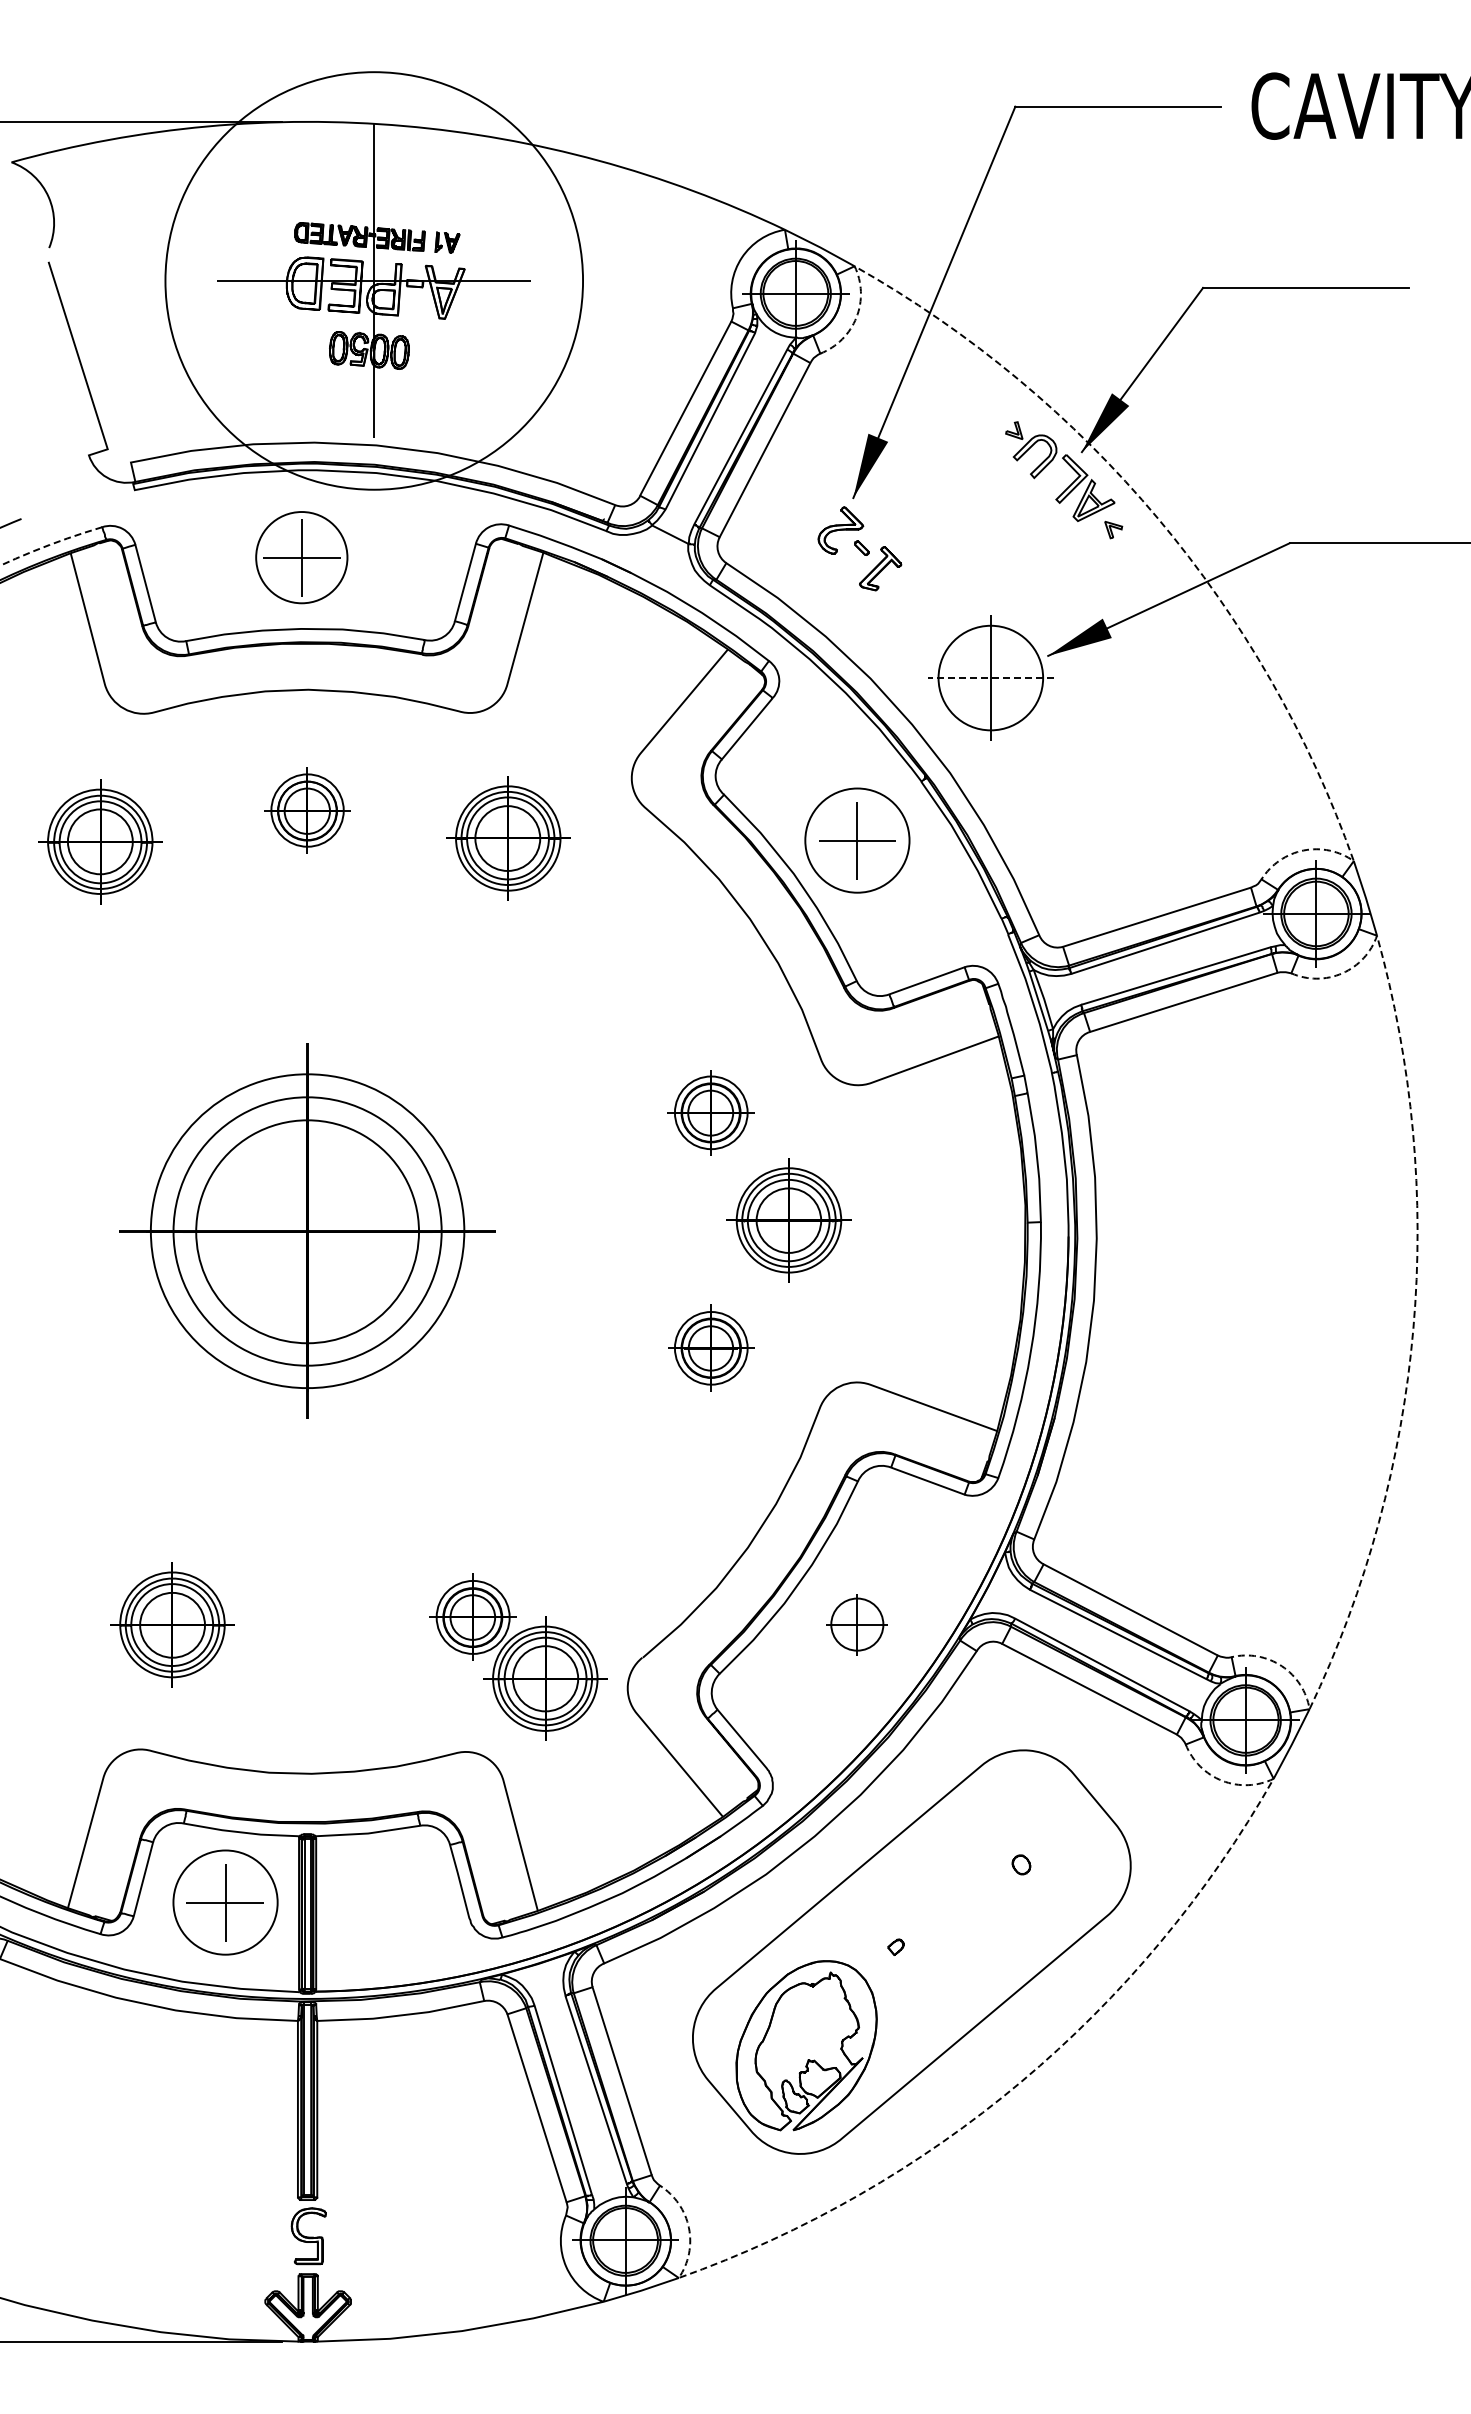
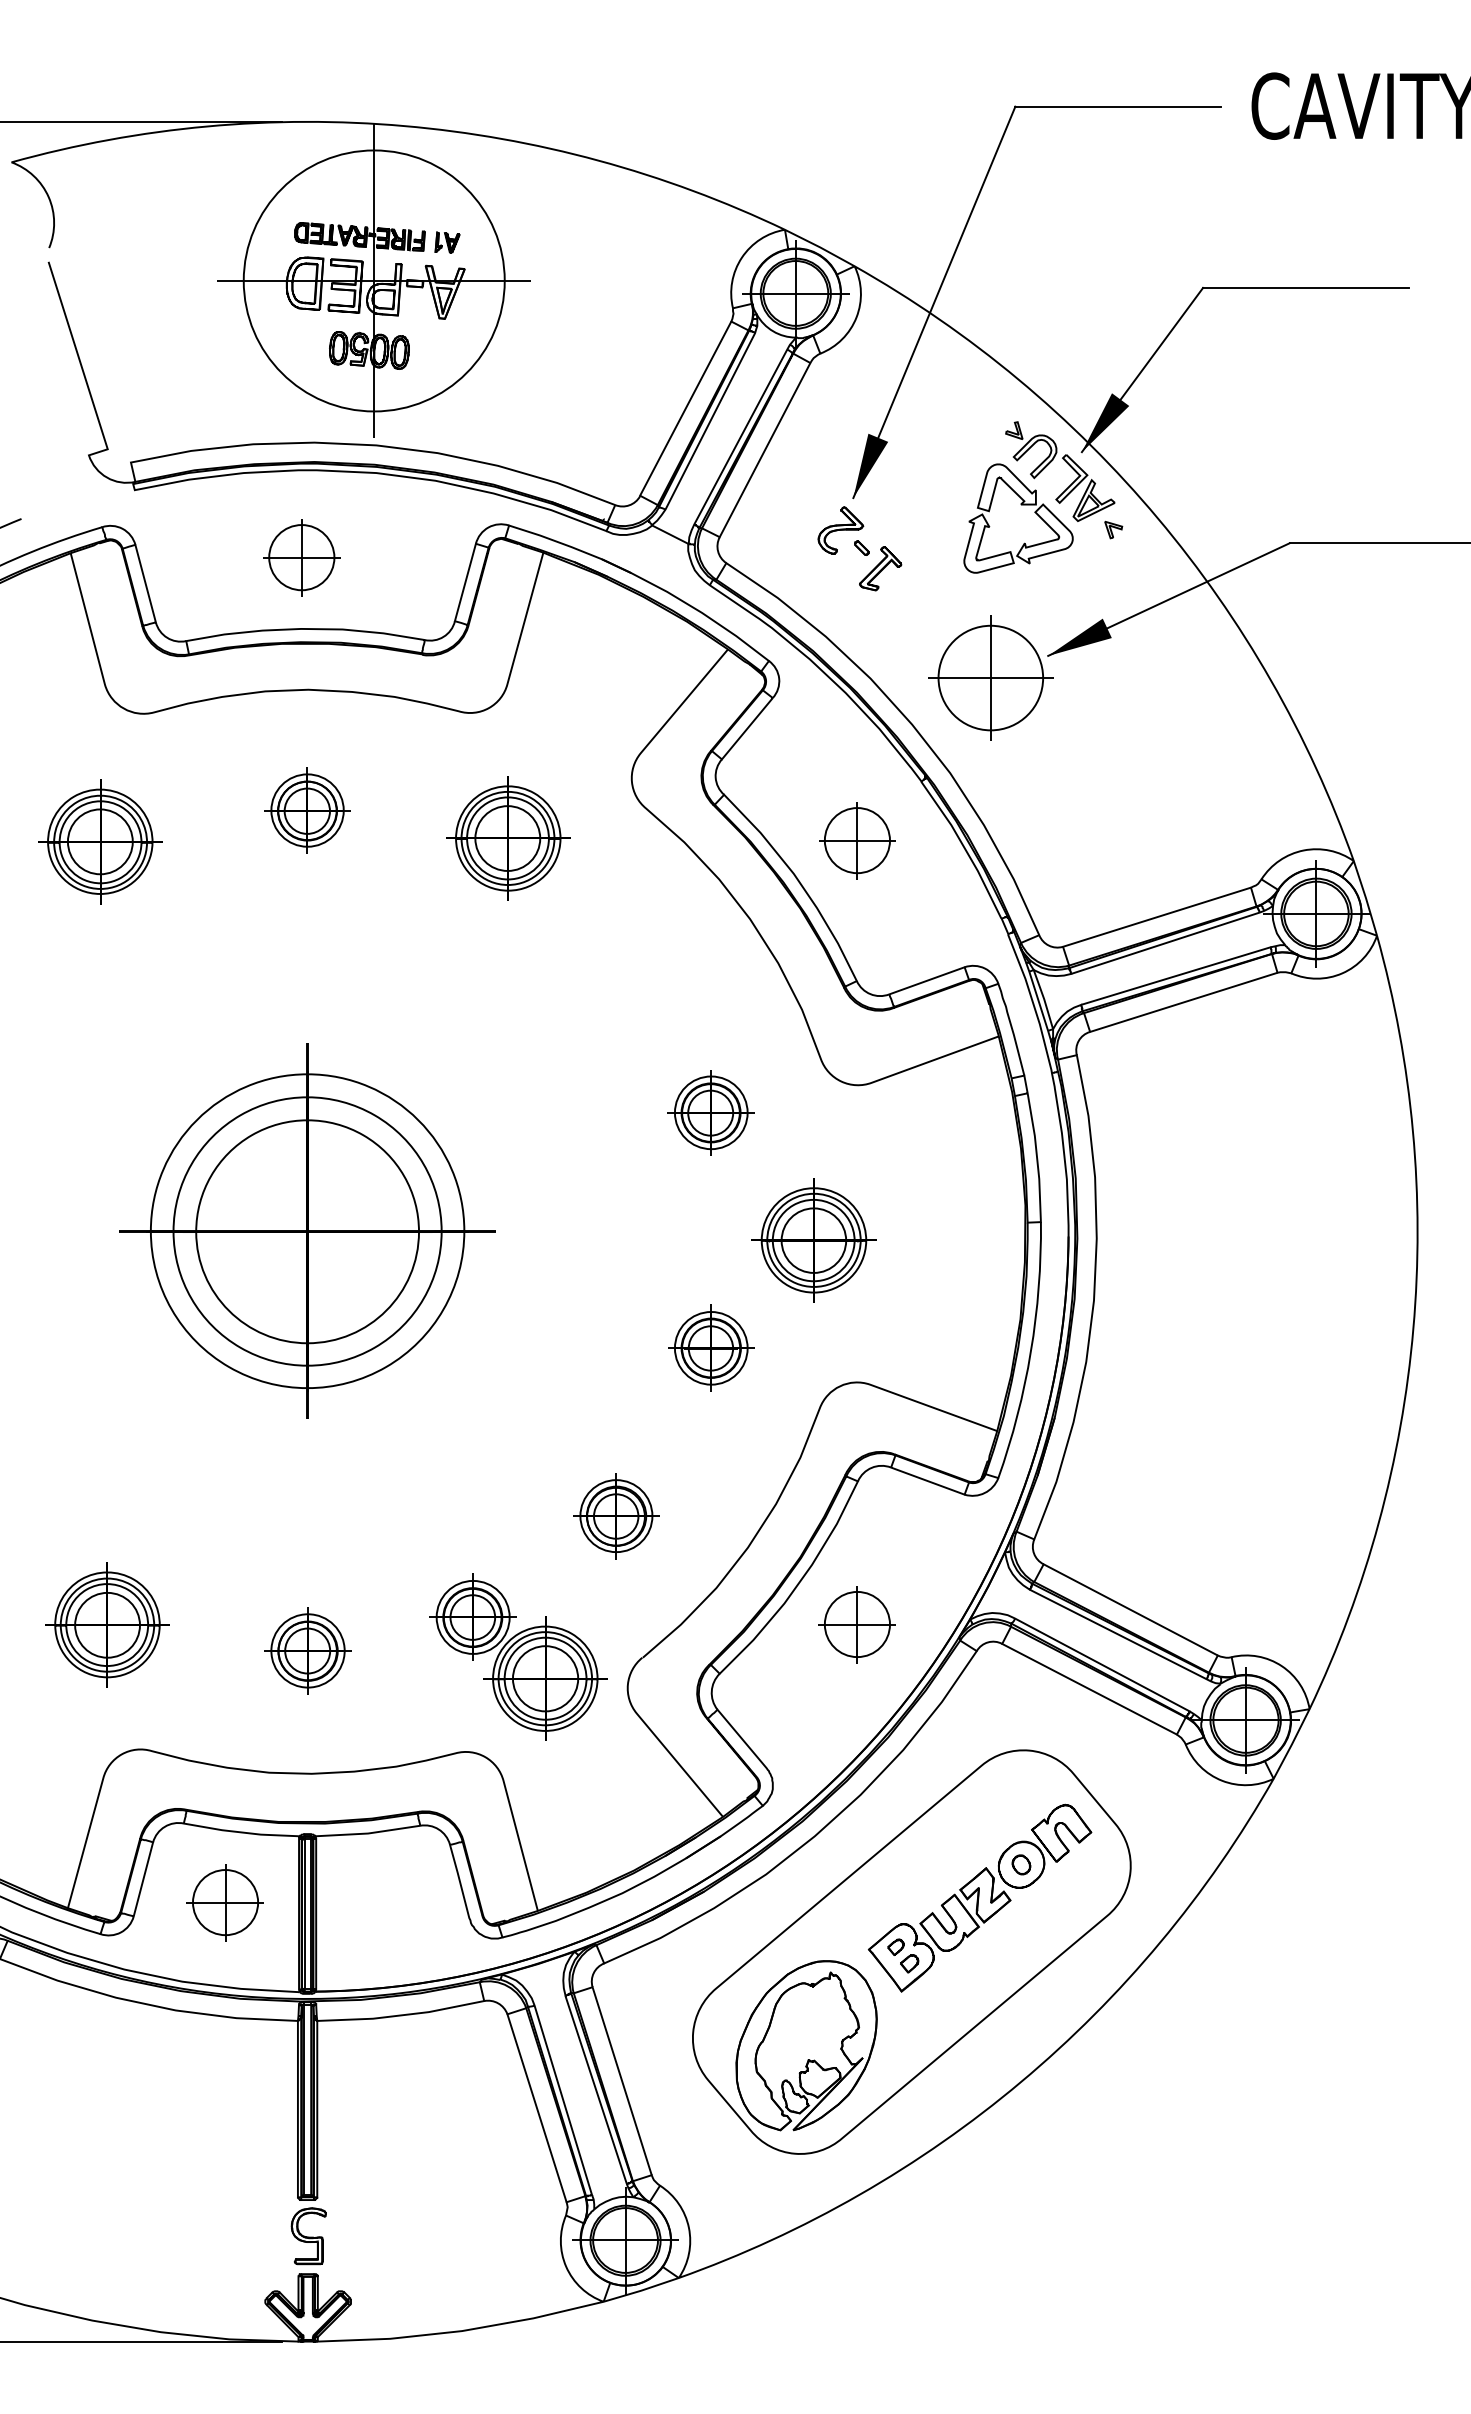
circle at (374, 280) diameter: 418 px -> 261 px
part at (1021, 505): none -> present
line at (1158, 518): dashed -> solid
arc at (50, 544): dashed -> solid
circle at (301, 557) diameter: 91 px -> 65 px
line at (990, 677): dashed -> solid
circle at (857, 840) diameter: 104 px -> 65 px
part at (788, 1220) position: (788, 1220) -> (813, 1240)
line at (1413, 1328): dashed -> solid
part at (616, 1516): none -> present
part at (172, 1624) position: (172, 1624) -> (107, 1624)
part at (856, 1624) size: 62x62 px -> 78x78 px
part at (307, 1650): none -> present
part at (979, 1897): none -> present
circle at (225, 1902) diameter: 104 px -> 65 px
line at (1021, 2081): dashed -> solid
